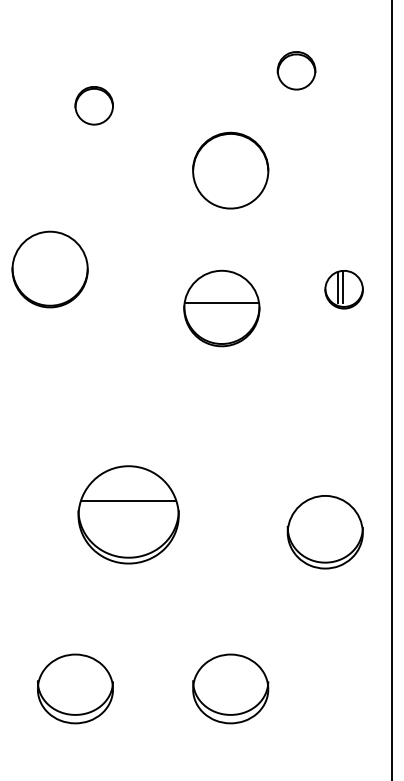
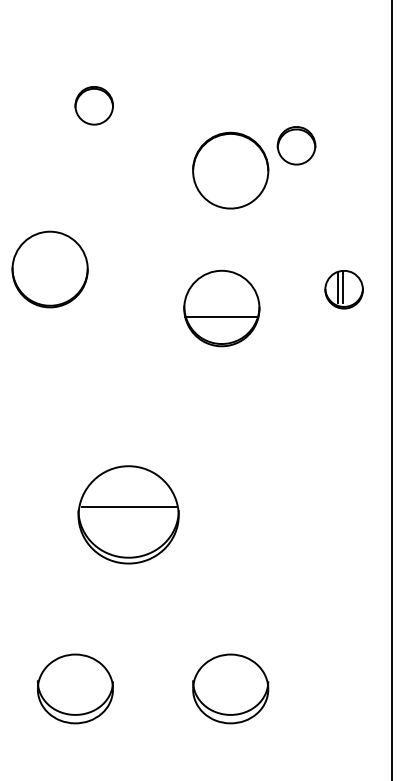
part at (296, 70) position: (296, 70) -> (296, 145)
line at (221, 302) position: (221, 302) -> (221, 316)
line at (128, 500) position: (128, 500) -> (128, 506)
part at (324, 532): present -> none
